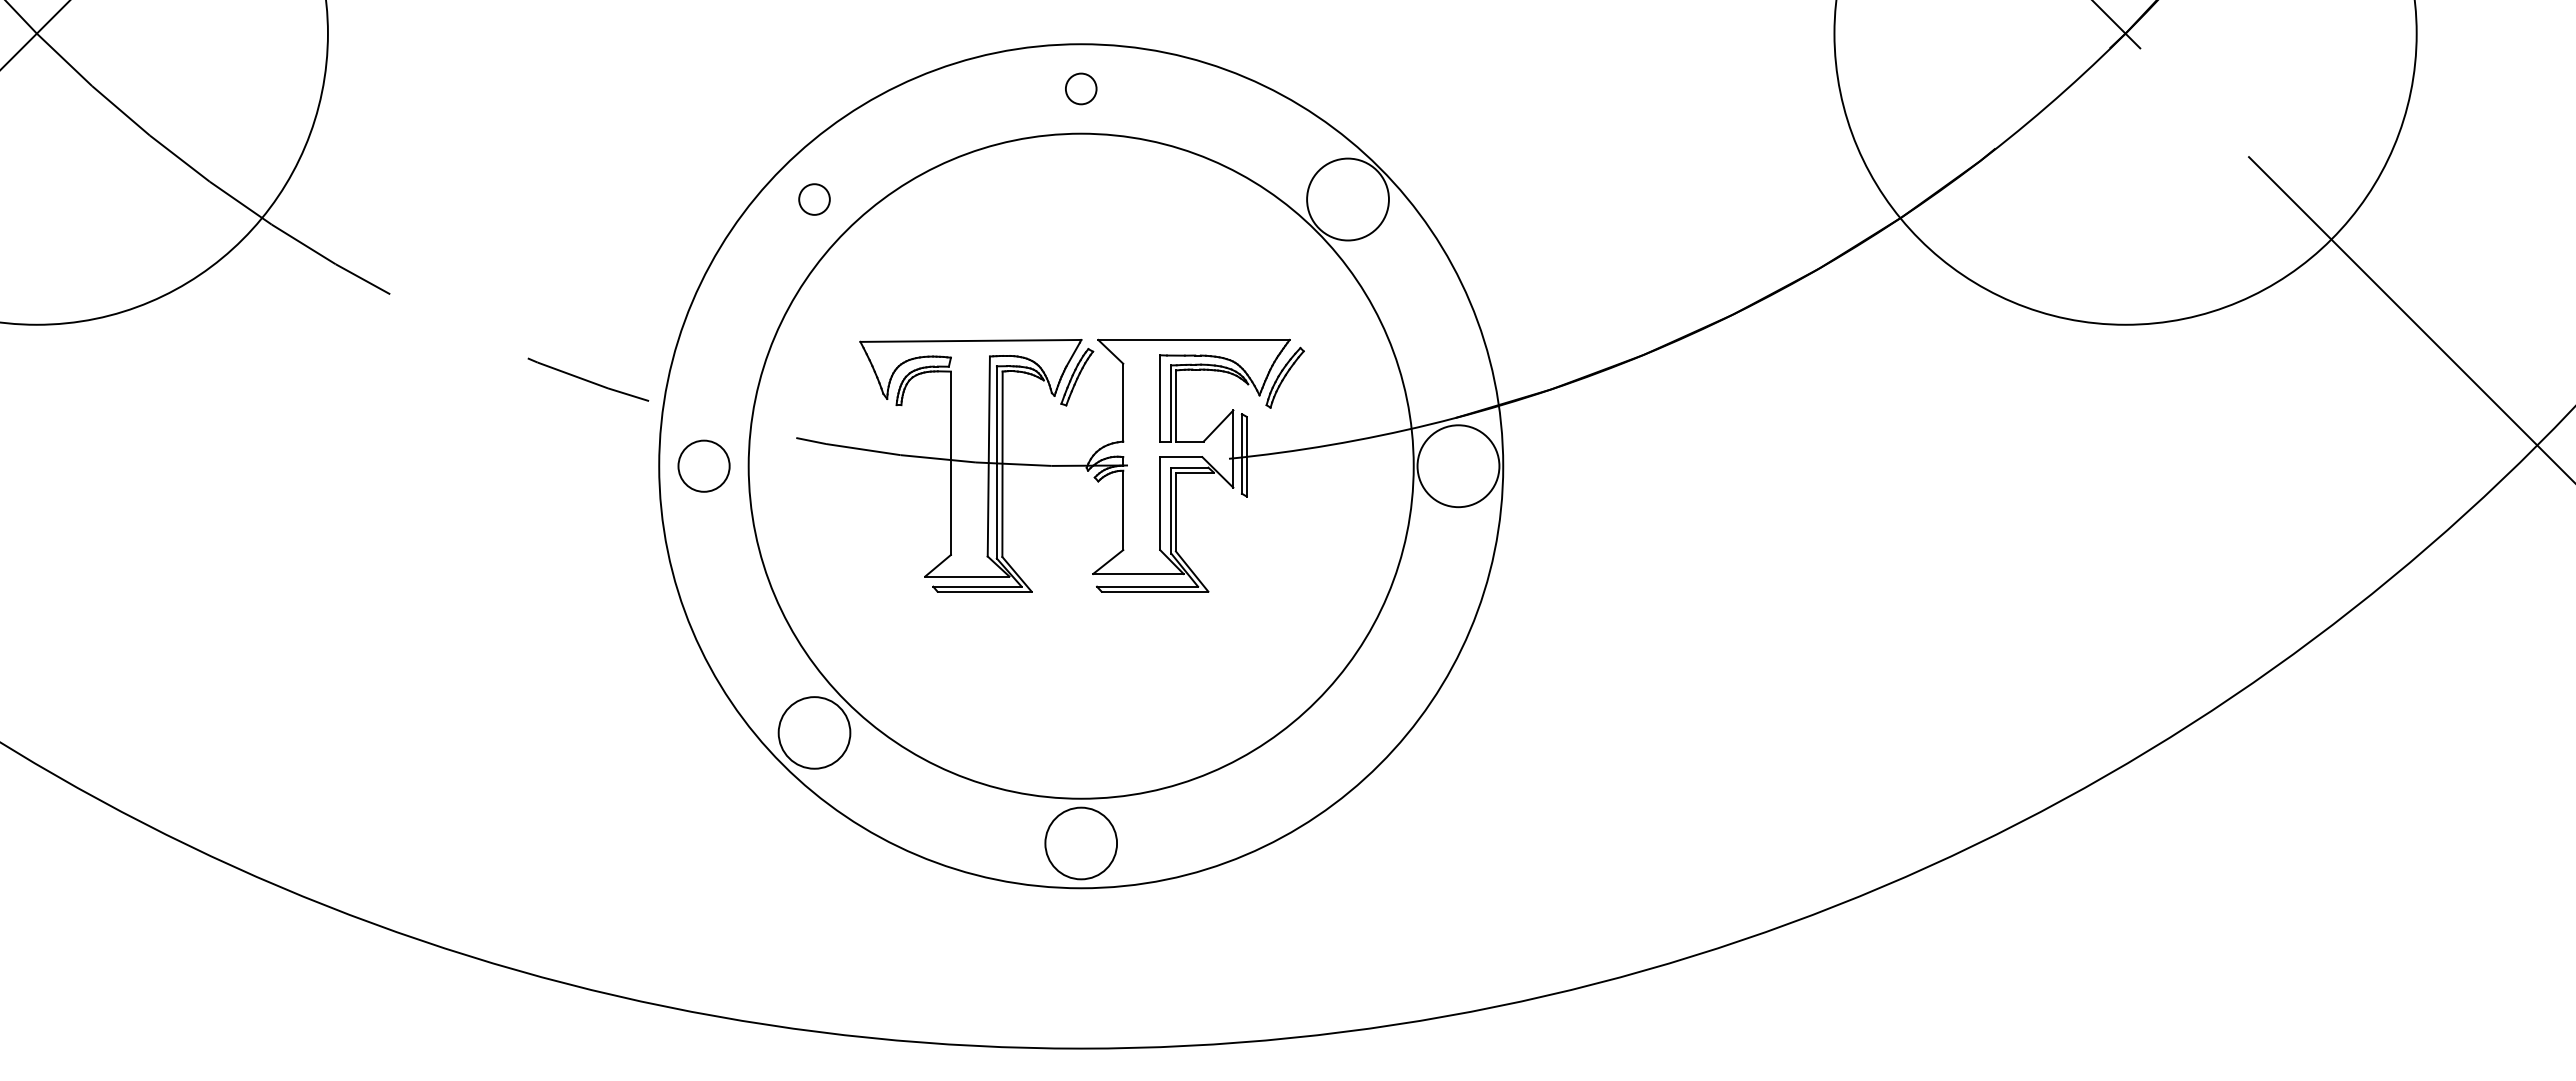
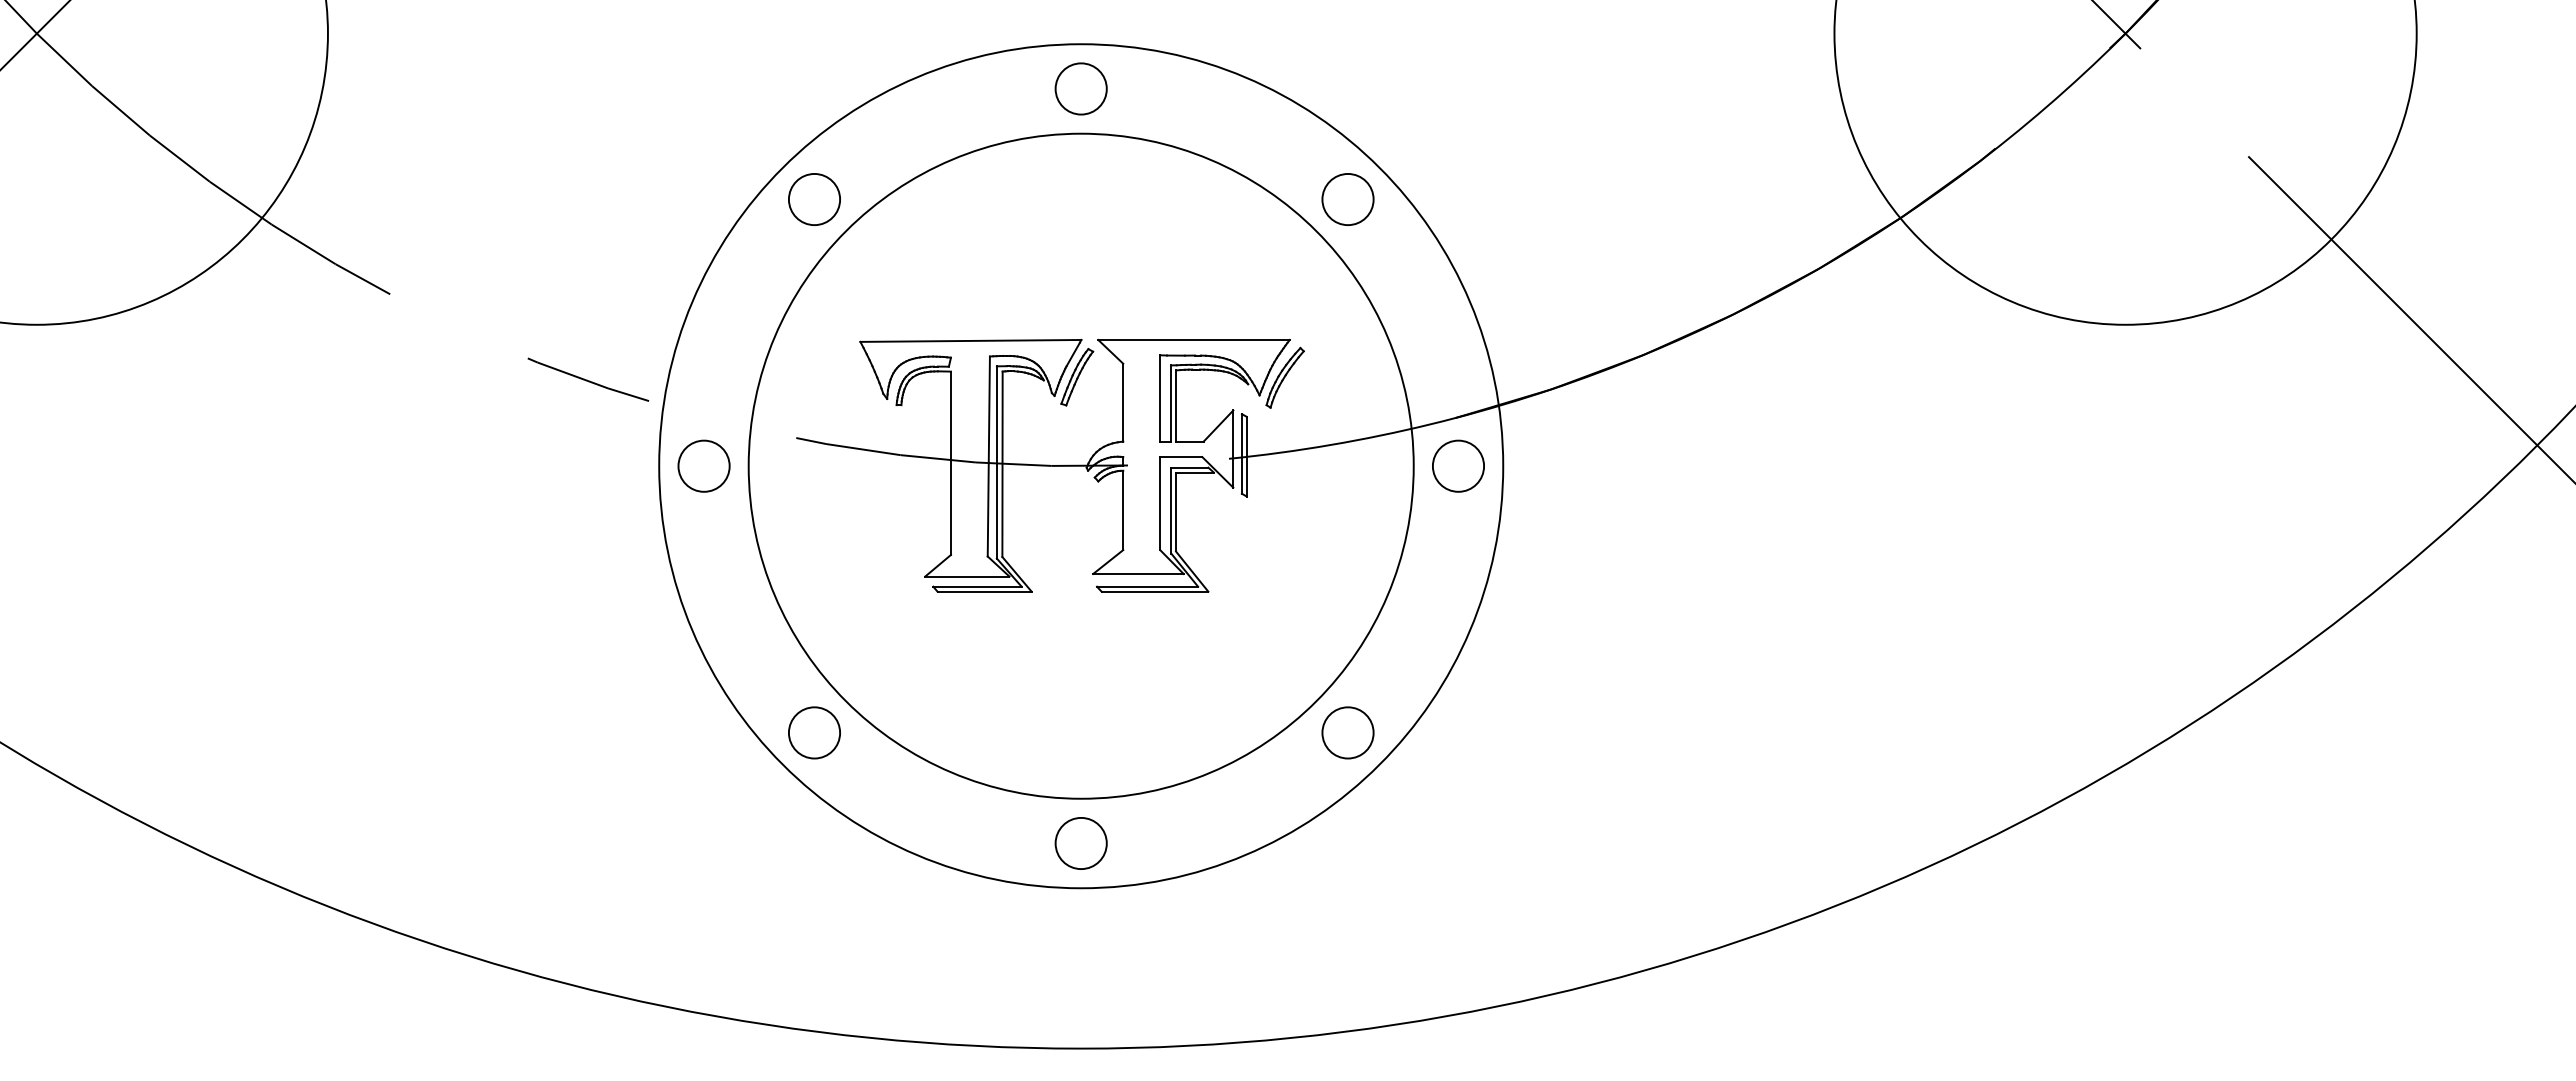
circle at (1080, 88) diameter: 31 px -> 51 px
circle at (814, 199) diameter: 31 px -> 51 px
circle at (1347, 199) diameter: 82 px -> 51 px
circle at (1458, 466) diameter: 82 px -> 51 px
circle at (814, 732) diameter: 72 px -> 51 px
circle at (1347, 732): none -> present
circle at (1081, 843) diameter: 72 px -> 51 px
